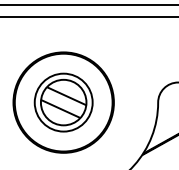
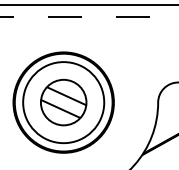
line at (89, 16): solid -> dashed
circle at (63, 102) diameter: 58 px -> 81 px
